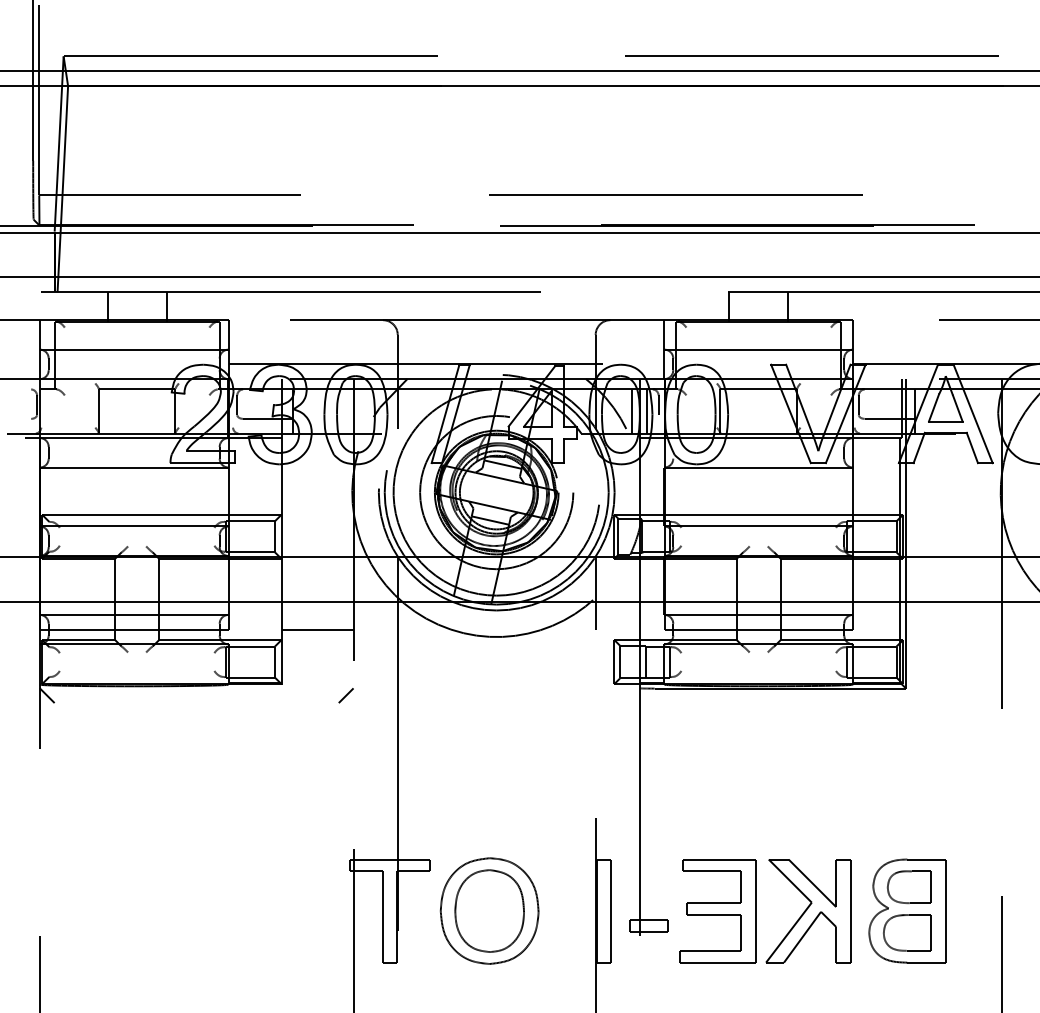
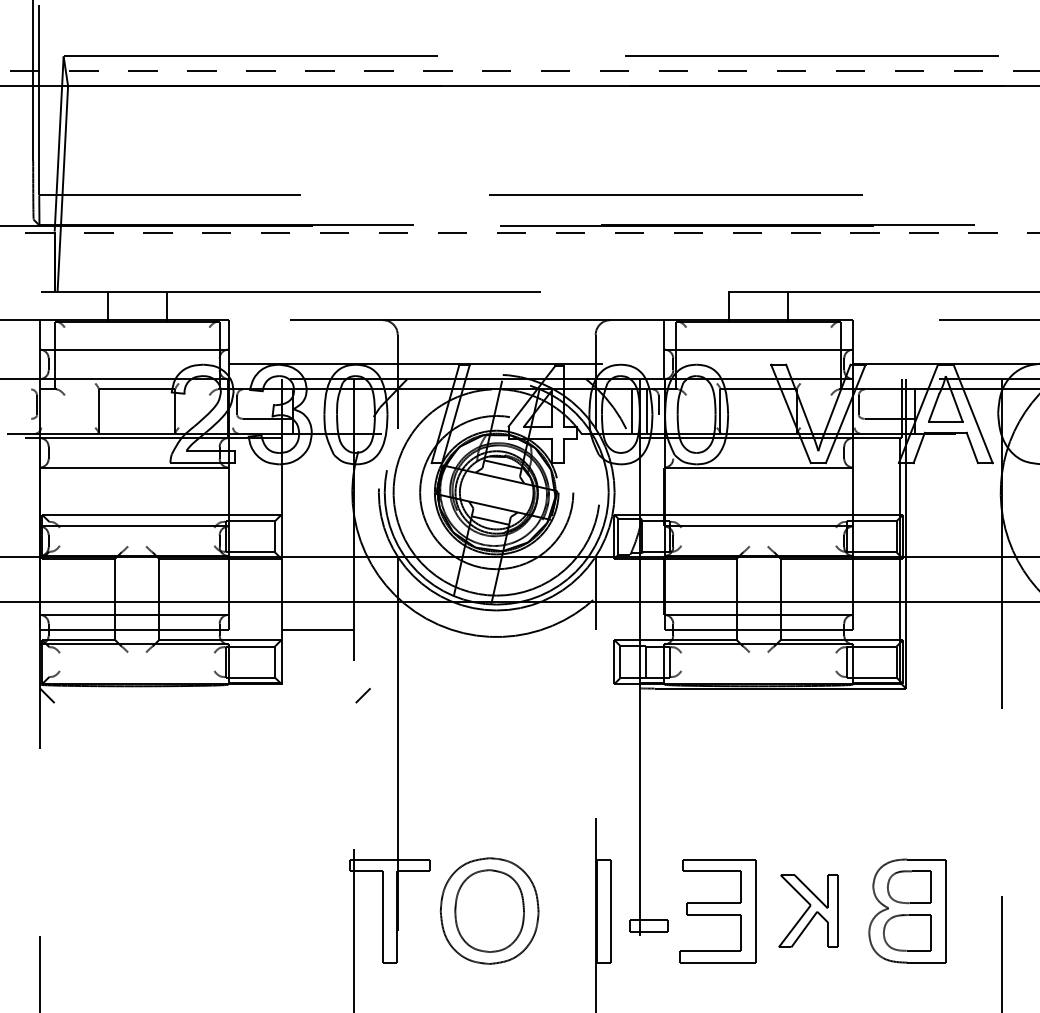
line at (519, 71): solid -> dashed
line at (520, 233): solid -> dashed
line at (519, 277): present -> none
line at (345, 695) position: (345, 695) -> (362, 695)
part at (808, 911) size: 87x105 px -> 61x74 px
